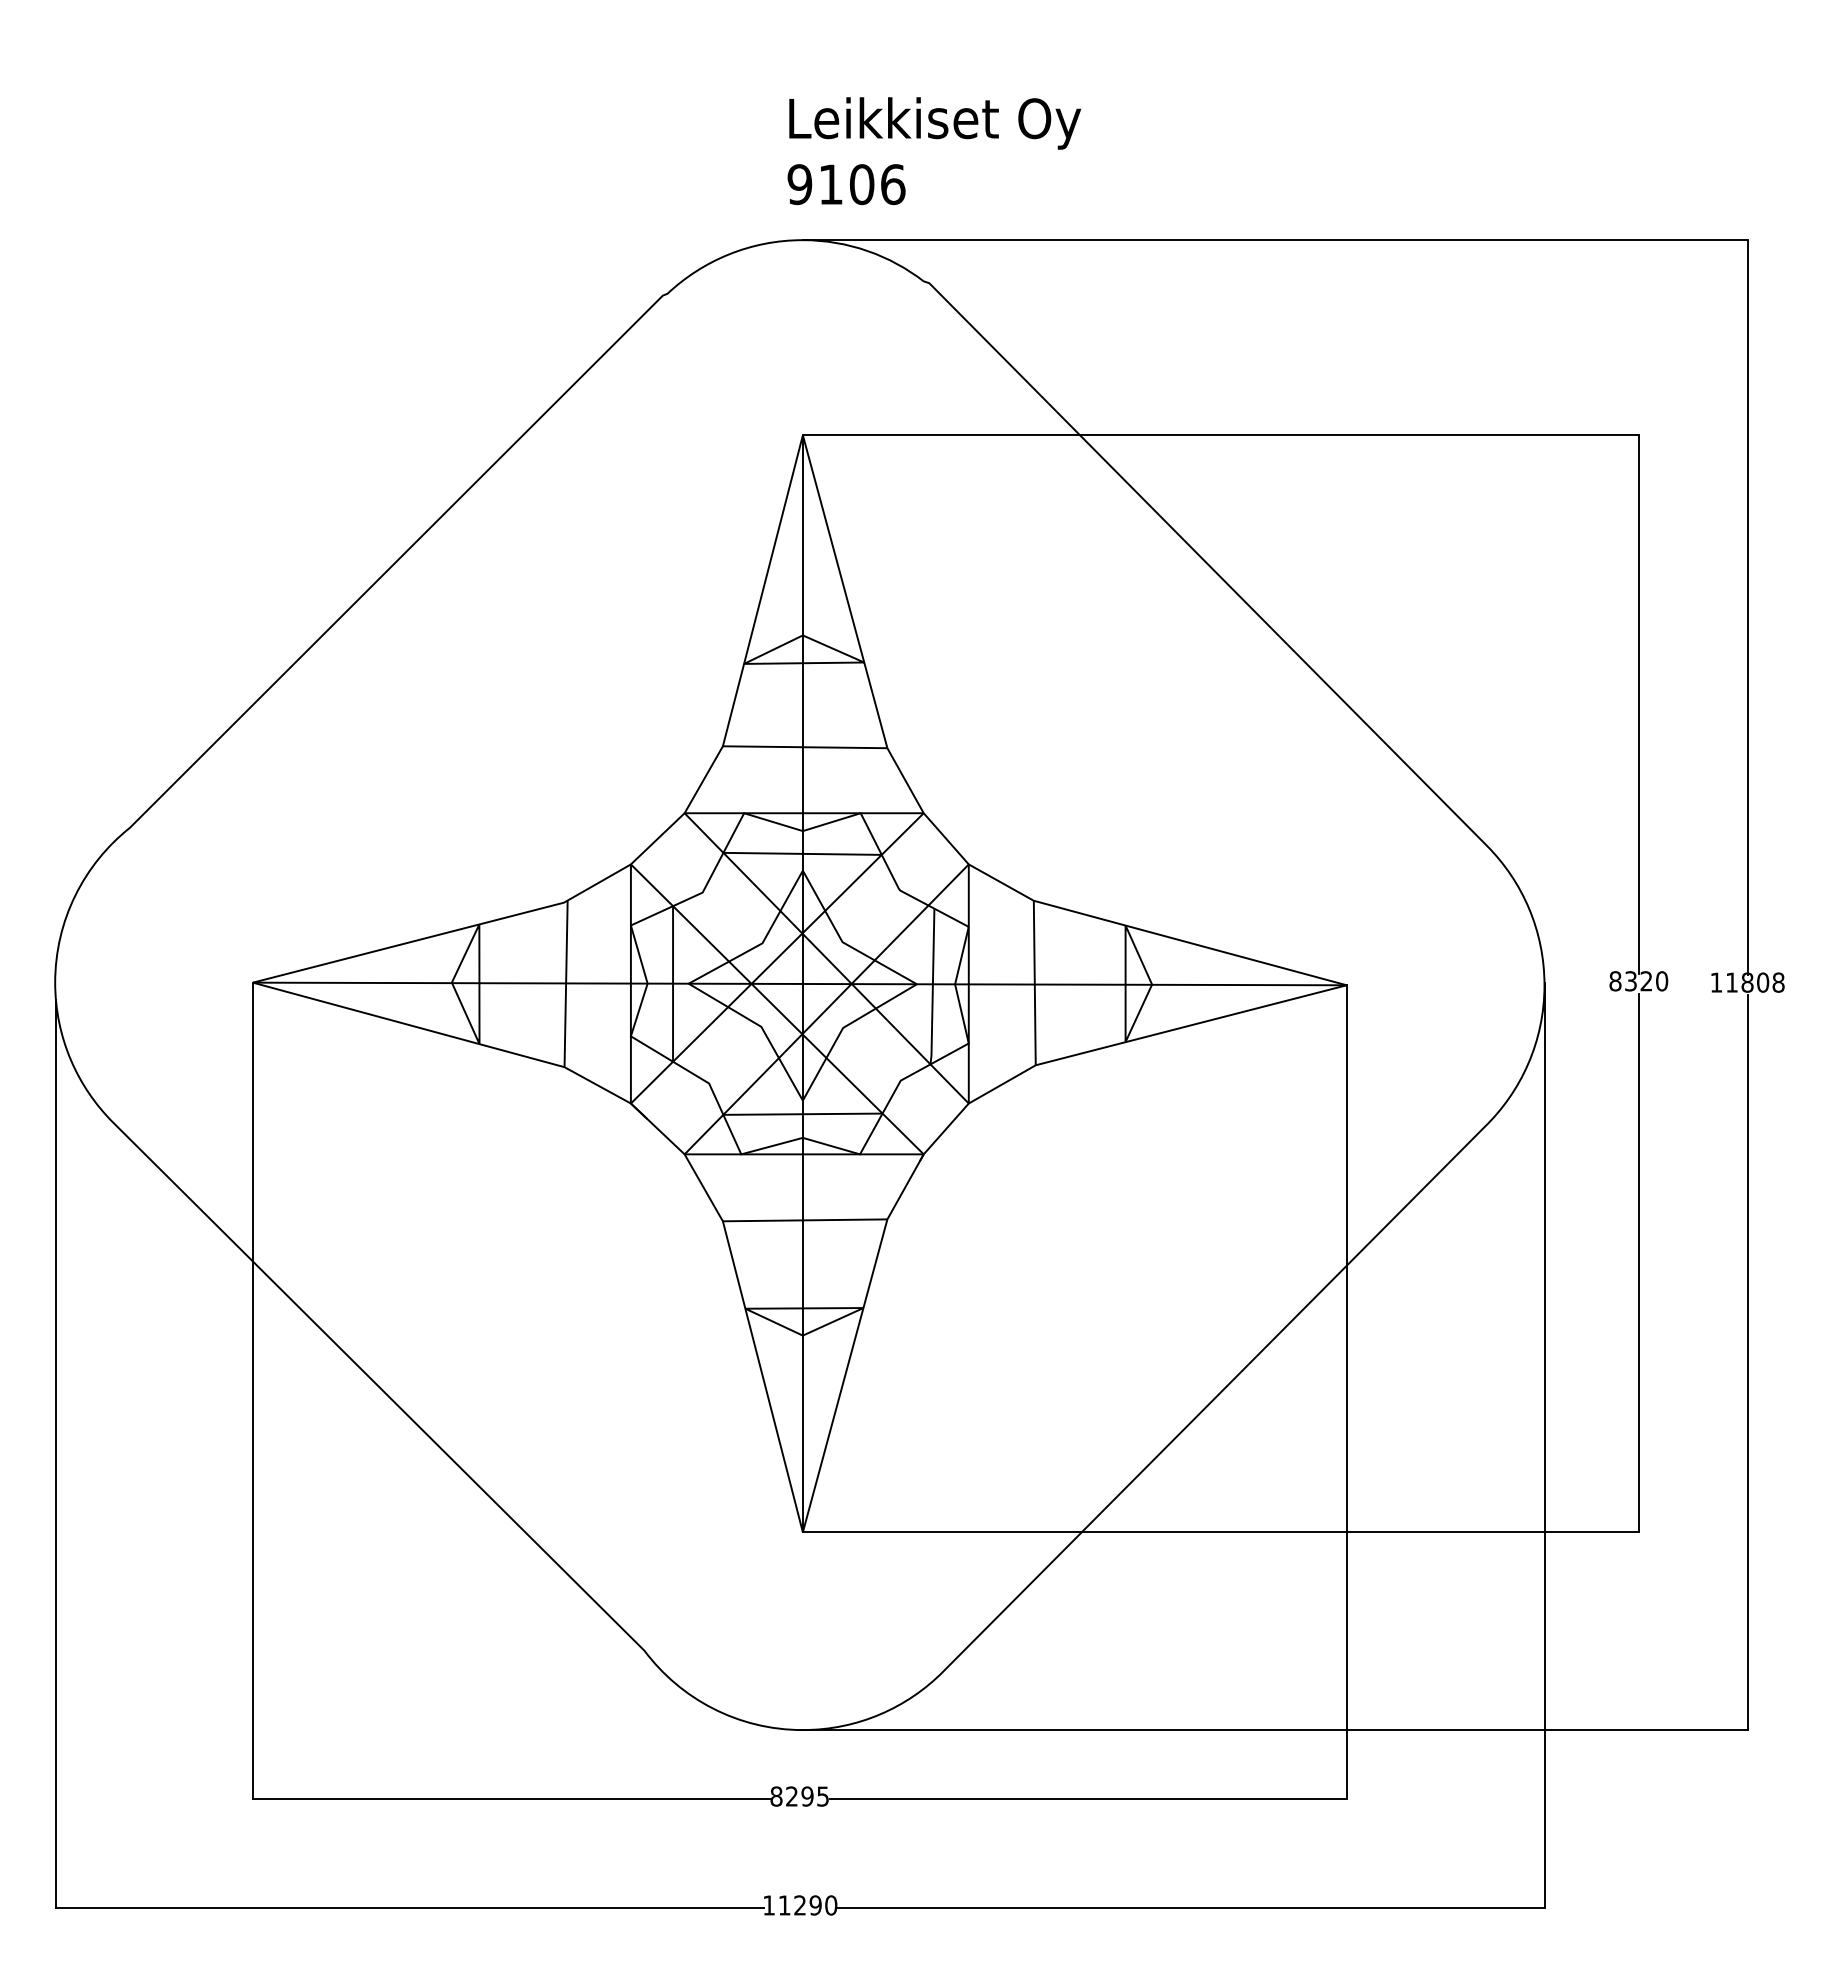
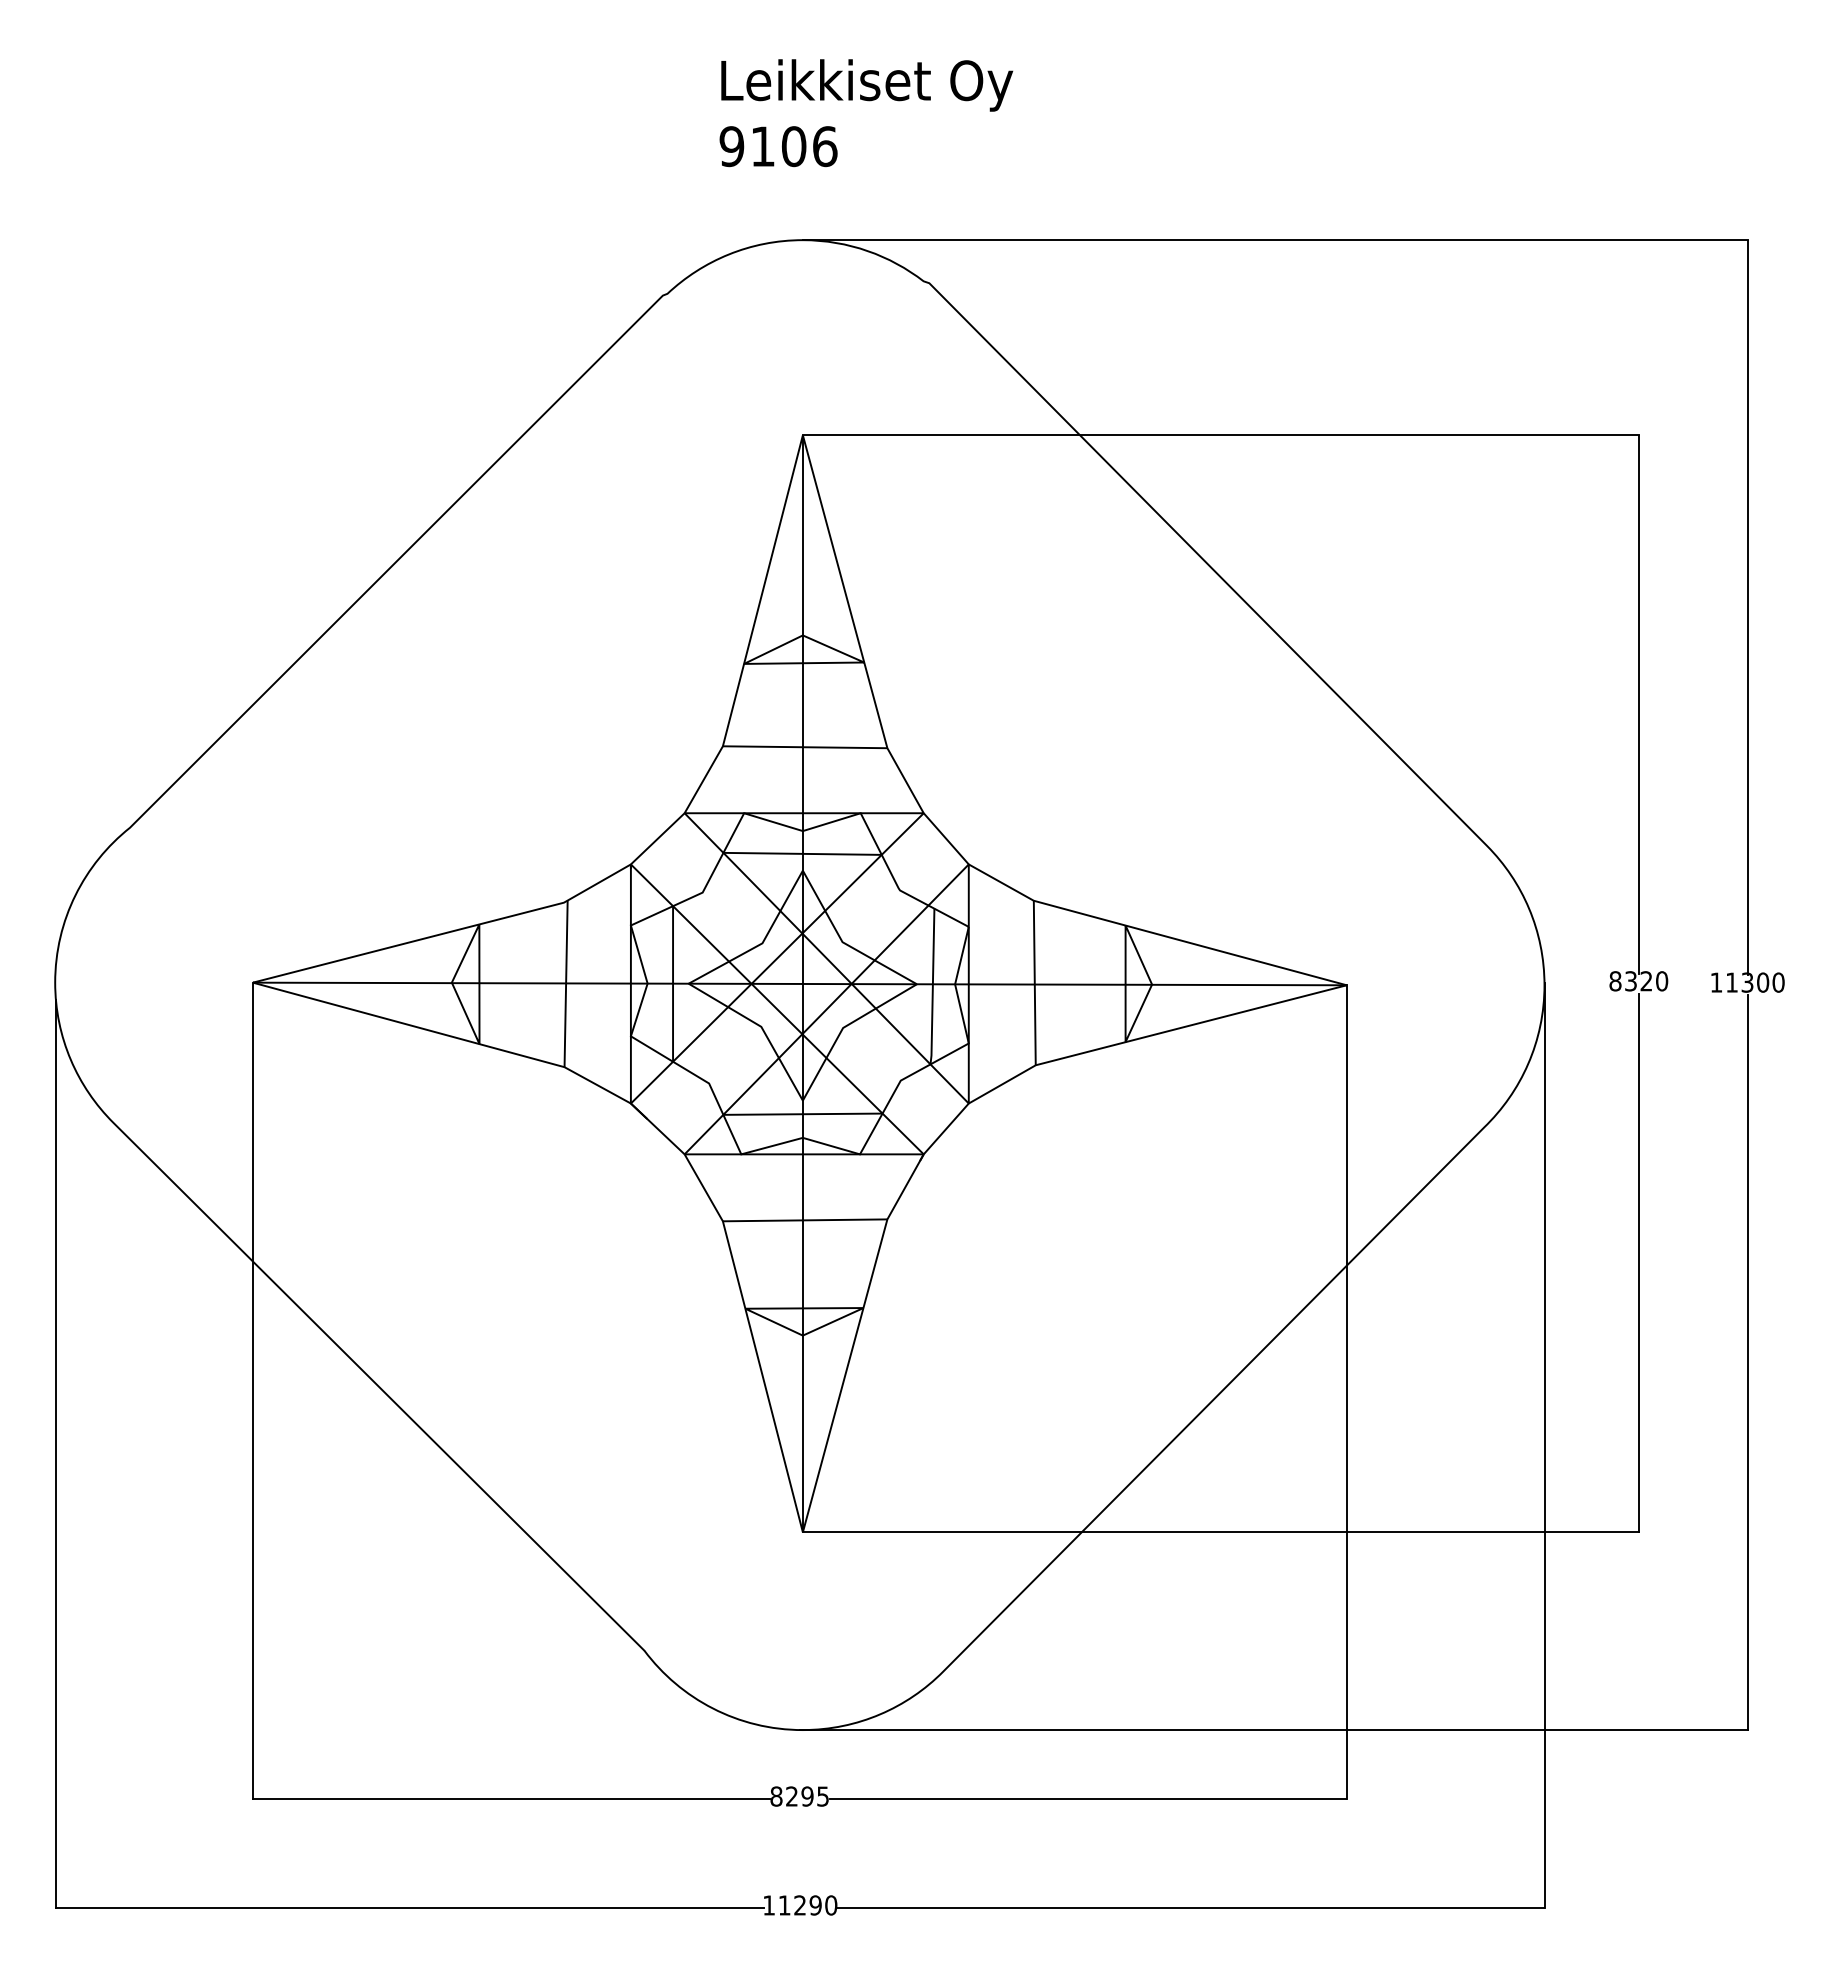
text at (934, 151) position: (934, 151) -> (866, 113)
text at (1762, 982): 11808 -> 11300
